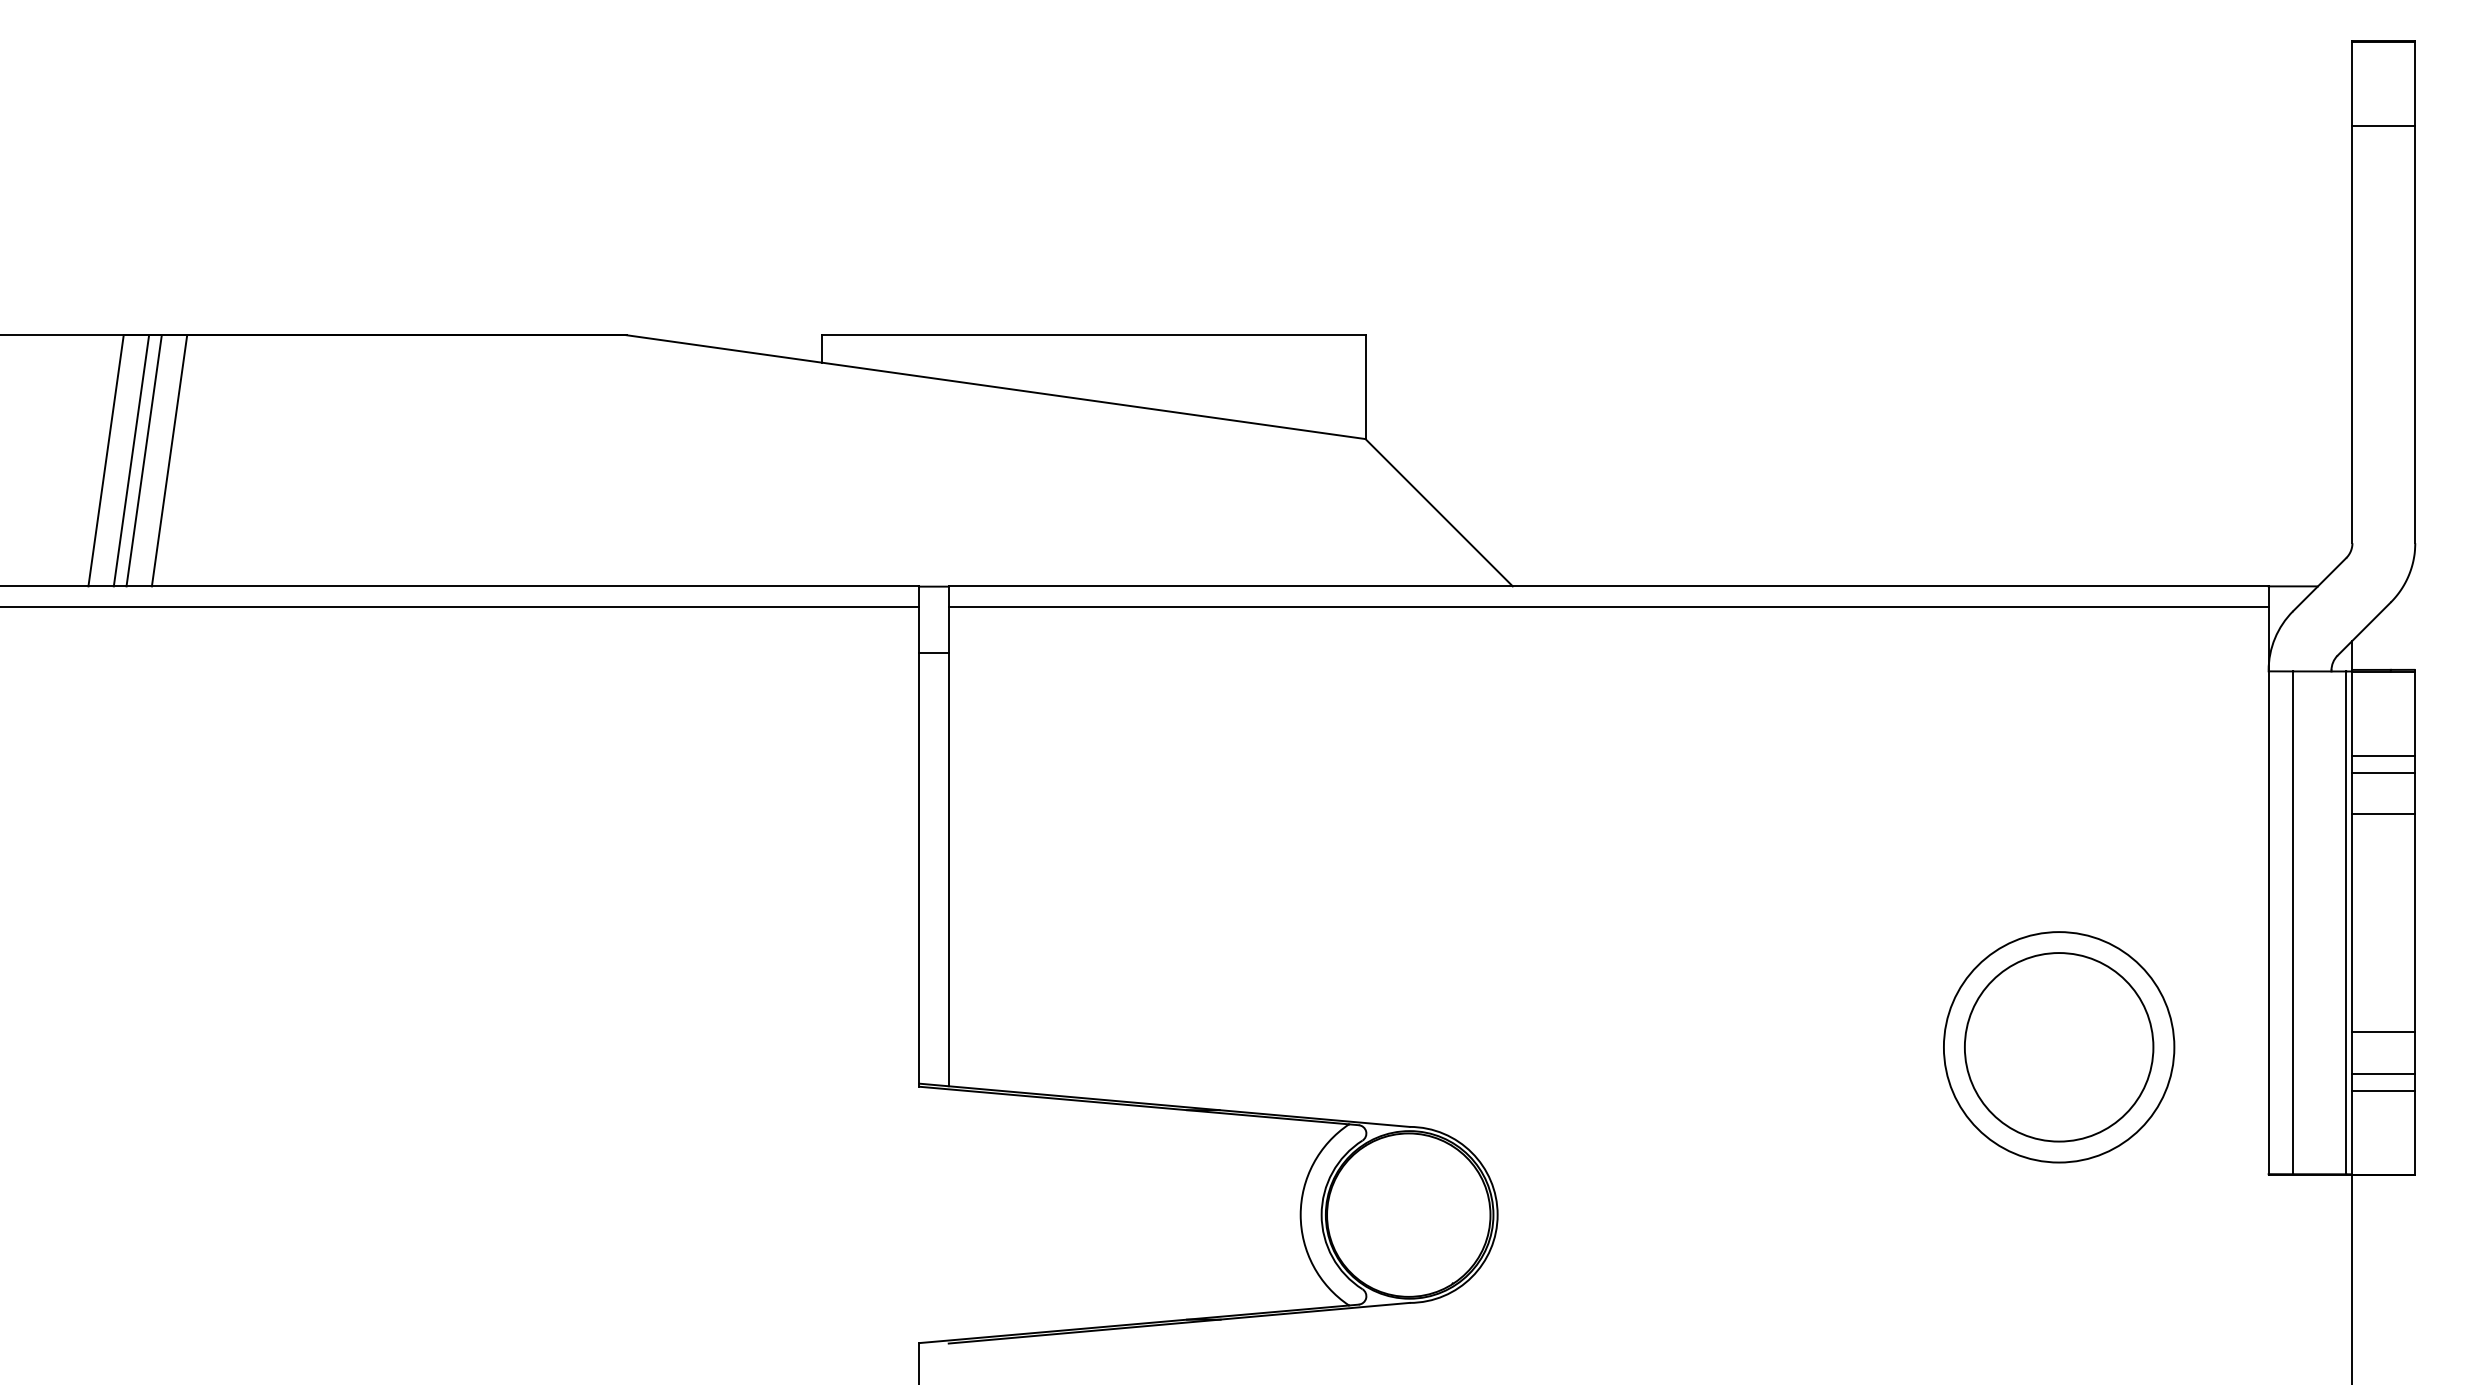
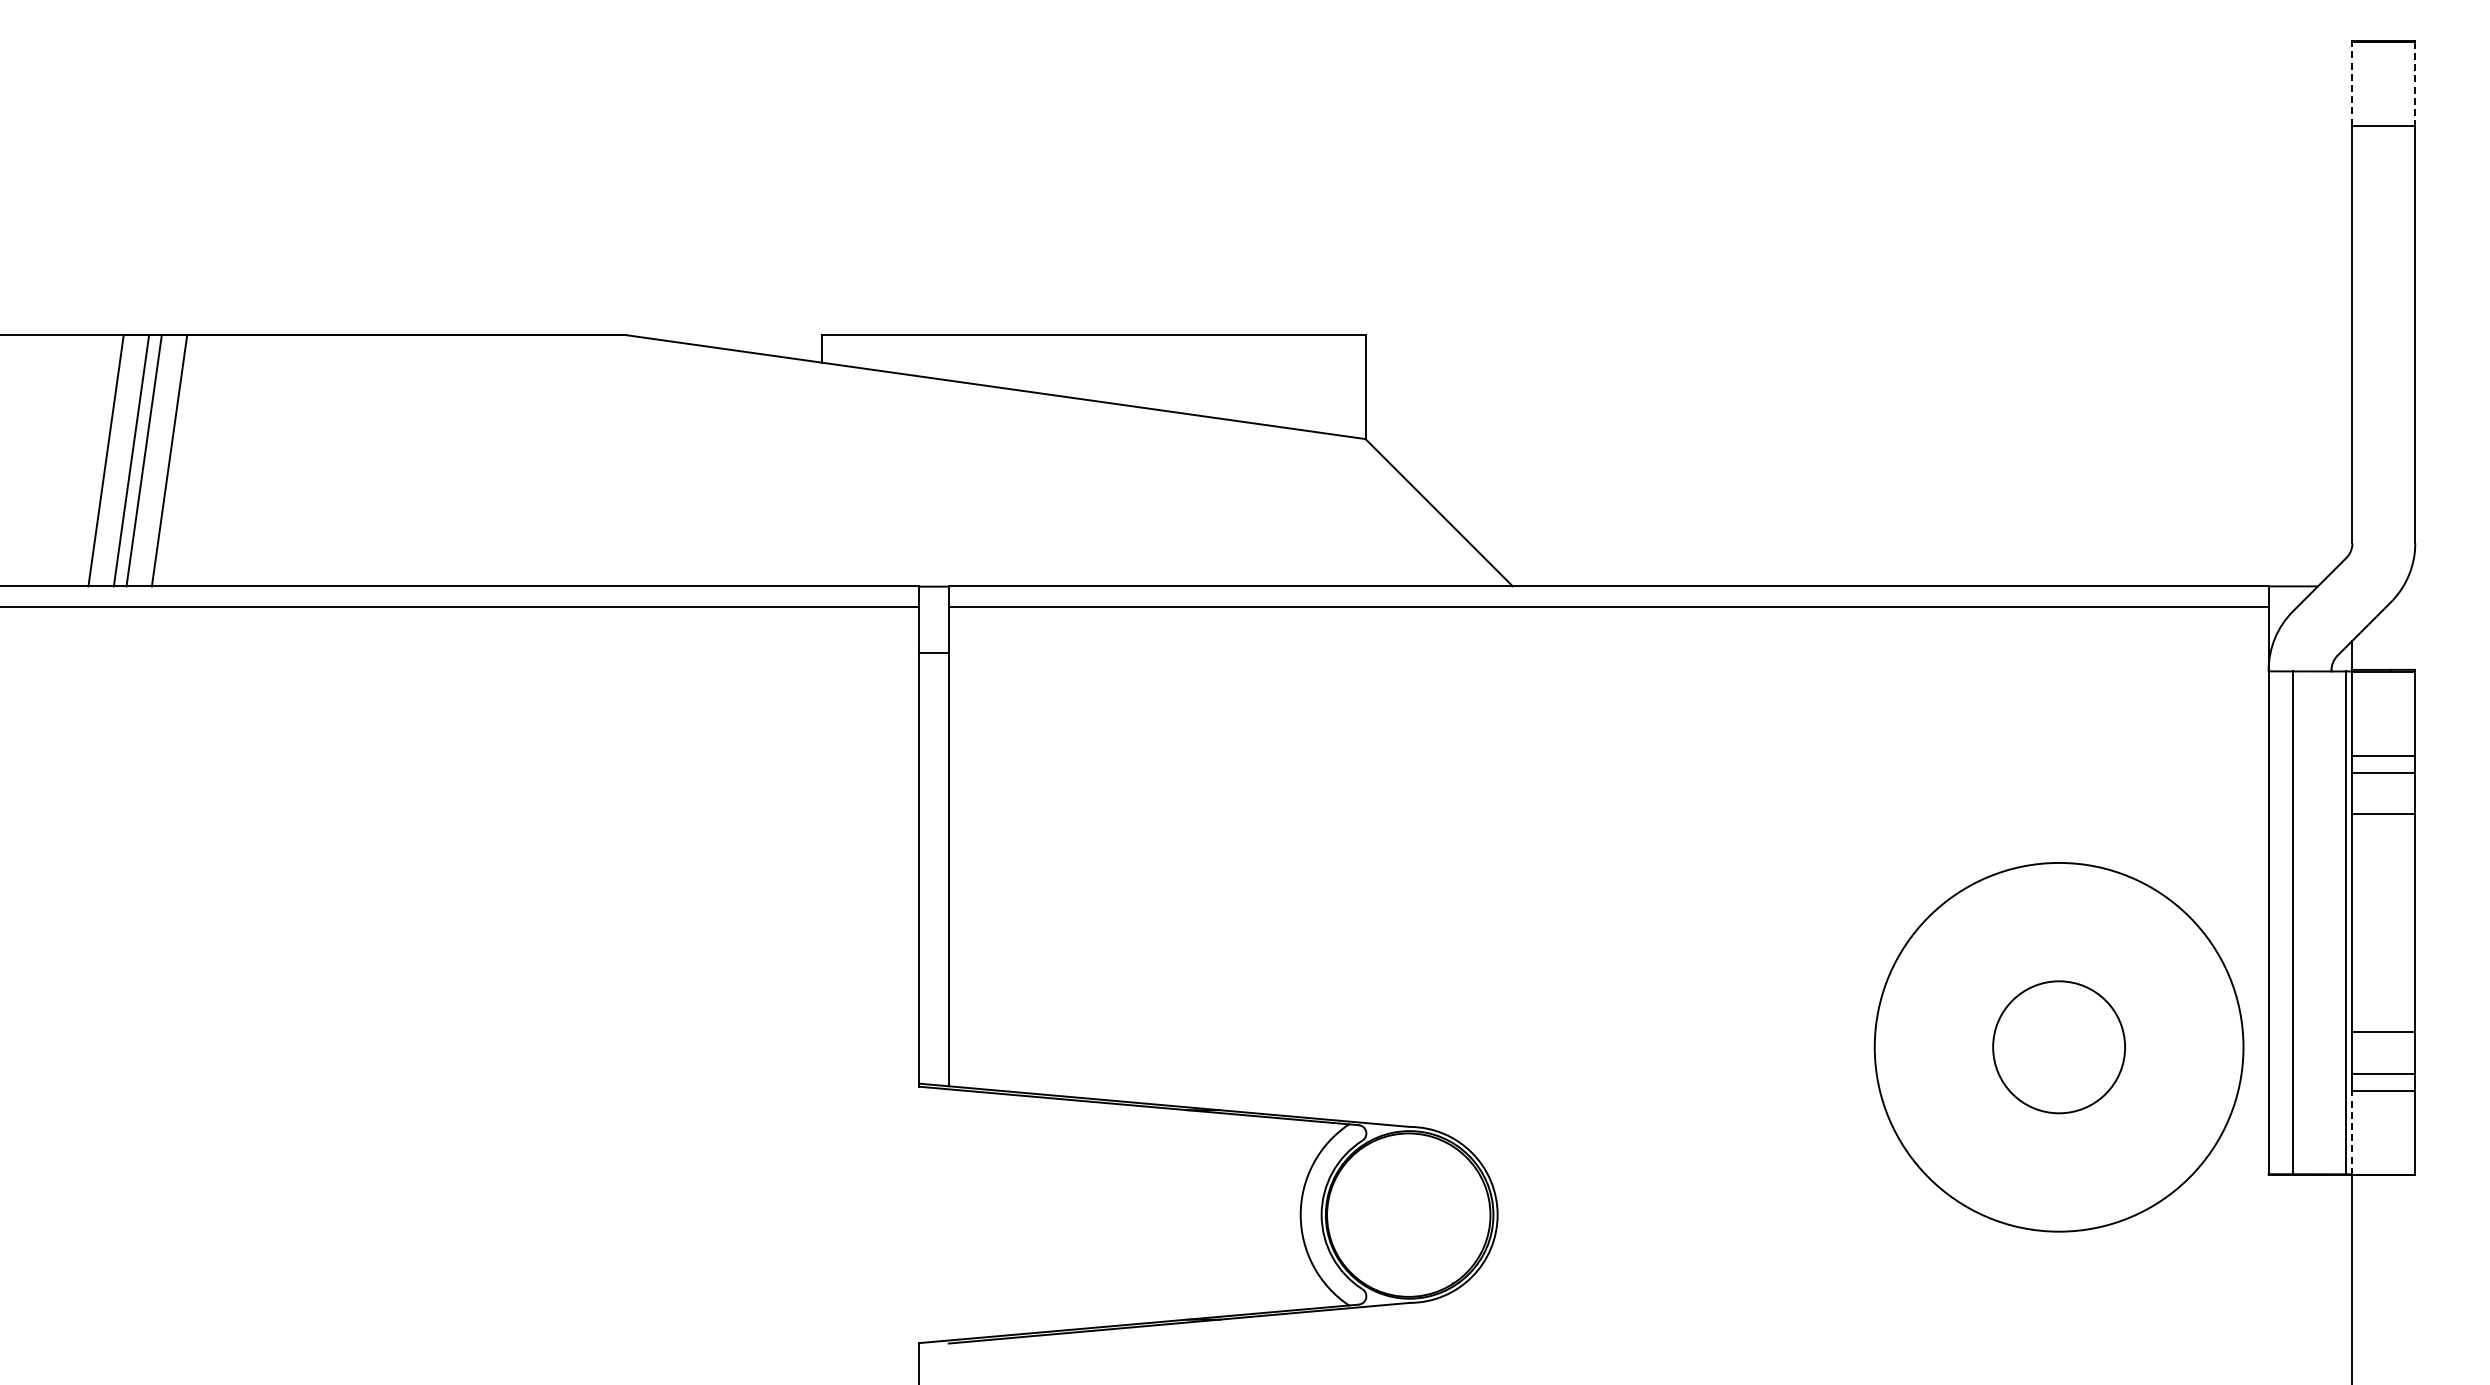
line at (2352, 83): solid -> dashed
line at (2415, 83): solid -> dashed
circle at (2058, 1047) diameter: 189 px -> 132 px
circle at (2058, 1047) diameter: 230 px -> 369 px
line at (2352, 1132): solid -> dashed
